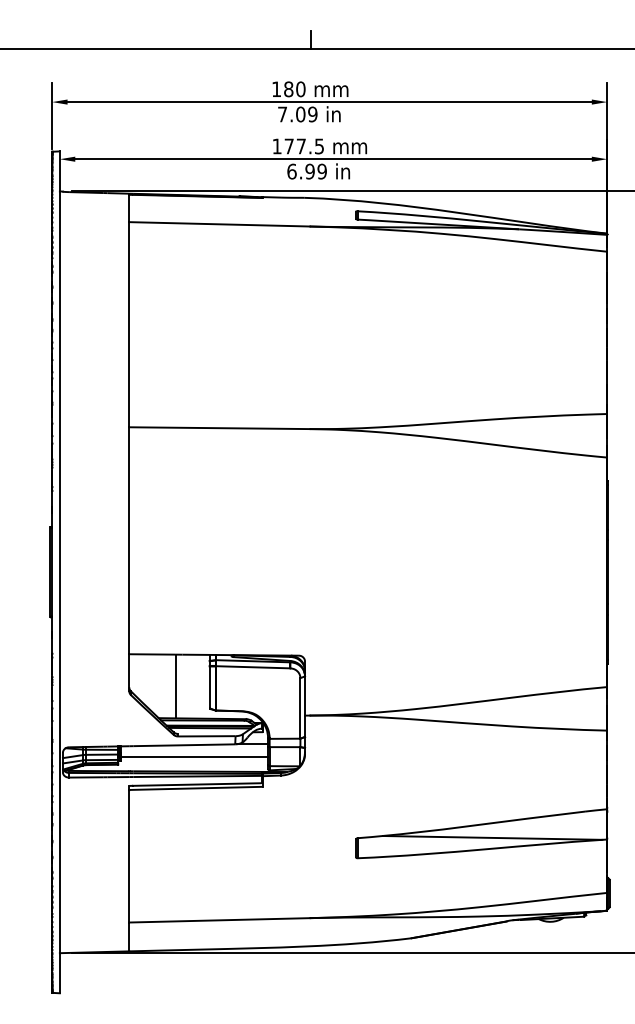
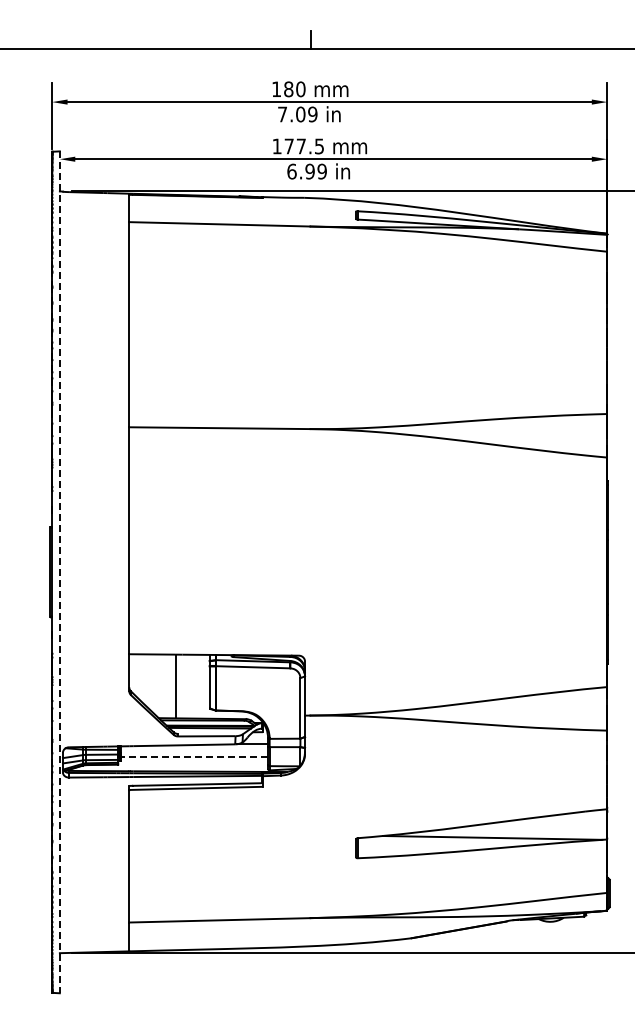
line at (59, 572): solid -> dashed
line at (194, 756): solid -> dashed
